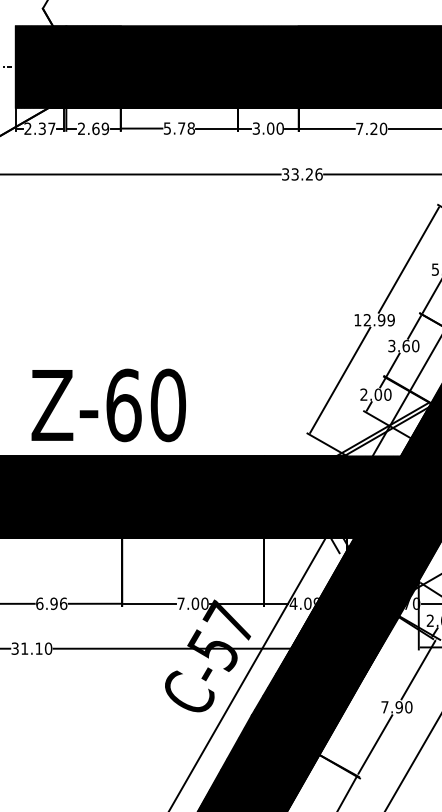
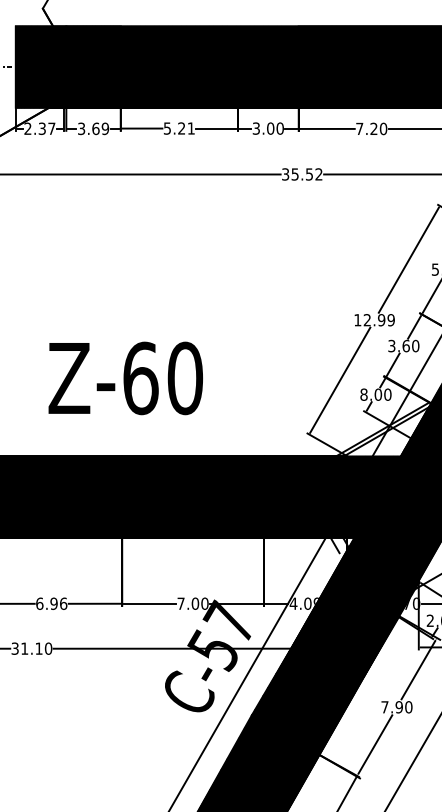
text at (186, 128): 5.78 -> 5.21
text at (81, 129): 2.69 -> 3.69
text at (307, 174): 33.26 -> 35.52
text at (363, 394): 2.00 -> 8.00
text at (108, 405) position: (108, 405) -> (125, 378)
